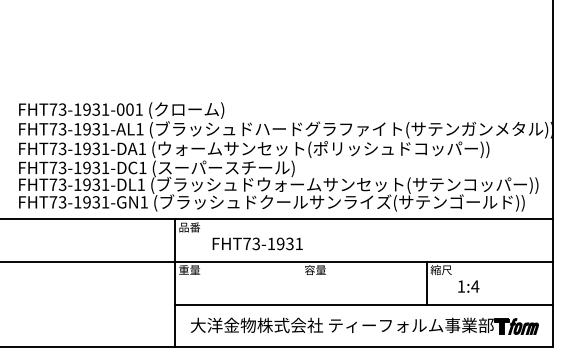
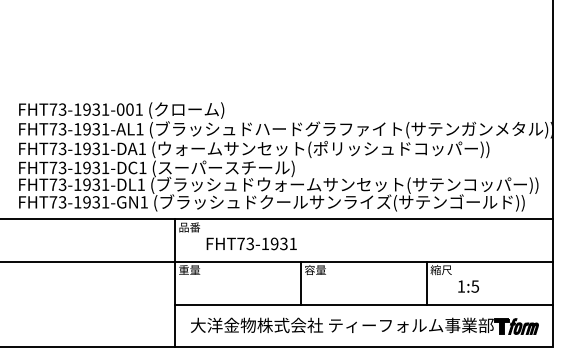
text at (257, 243) position: (257, 243) -> (251, 243)
line at (300, 282): none -> present
text at (475, 286): 1:4 -> 1:5
